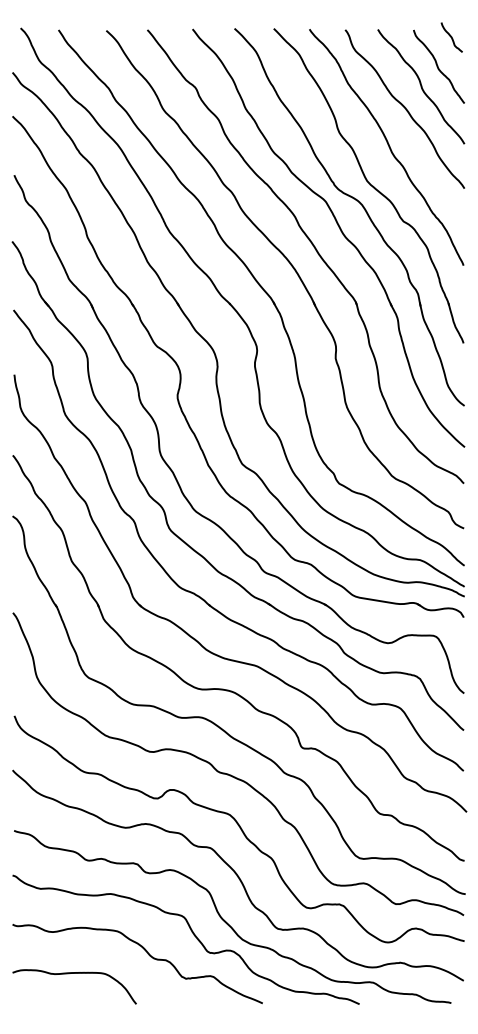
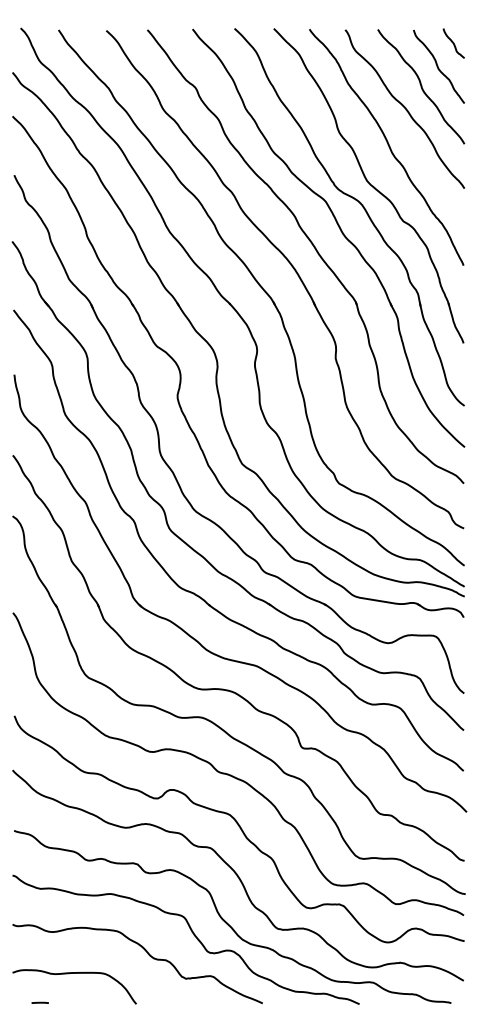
curve at (451, 37) position: (451, 37) -> (453, 43)
line at (39, 1002): none -> present
